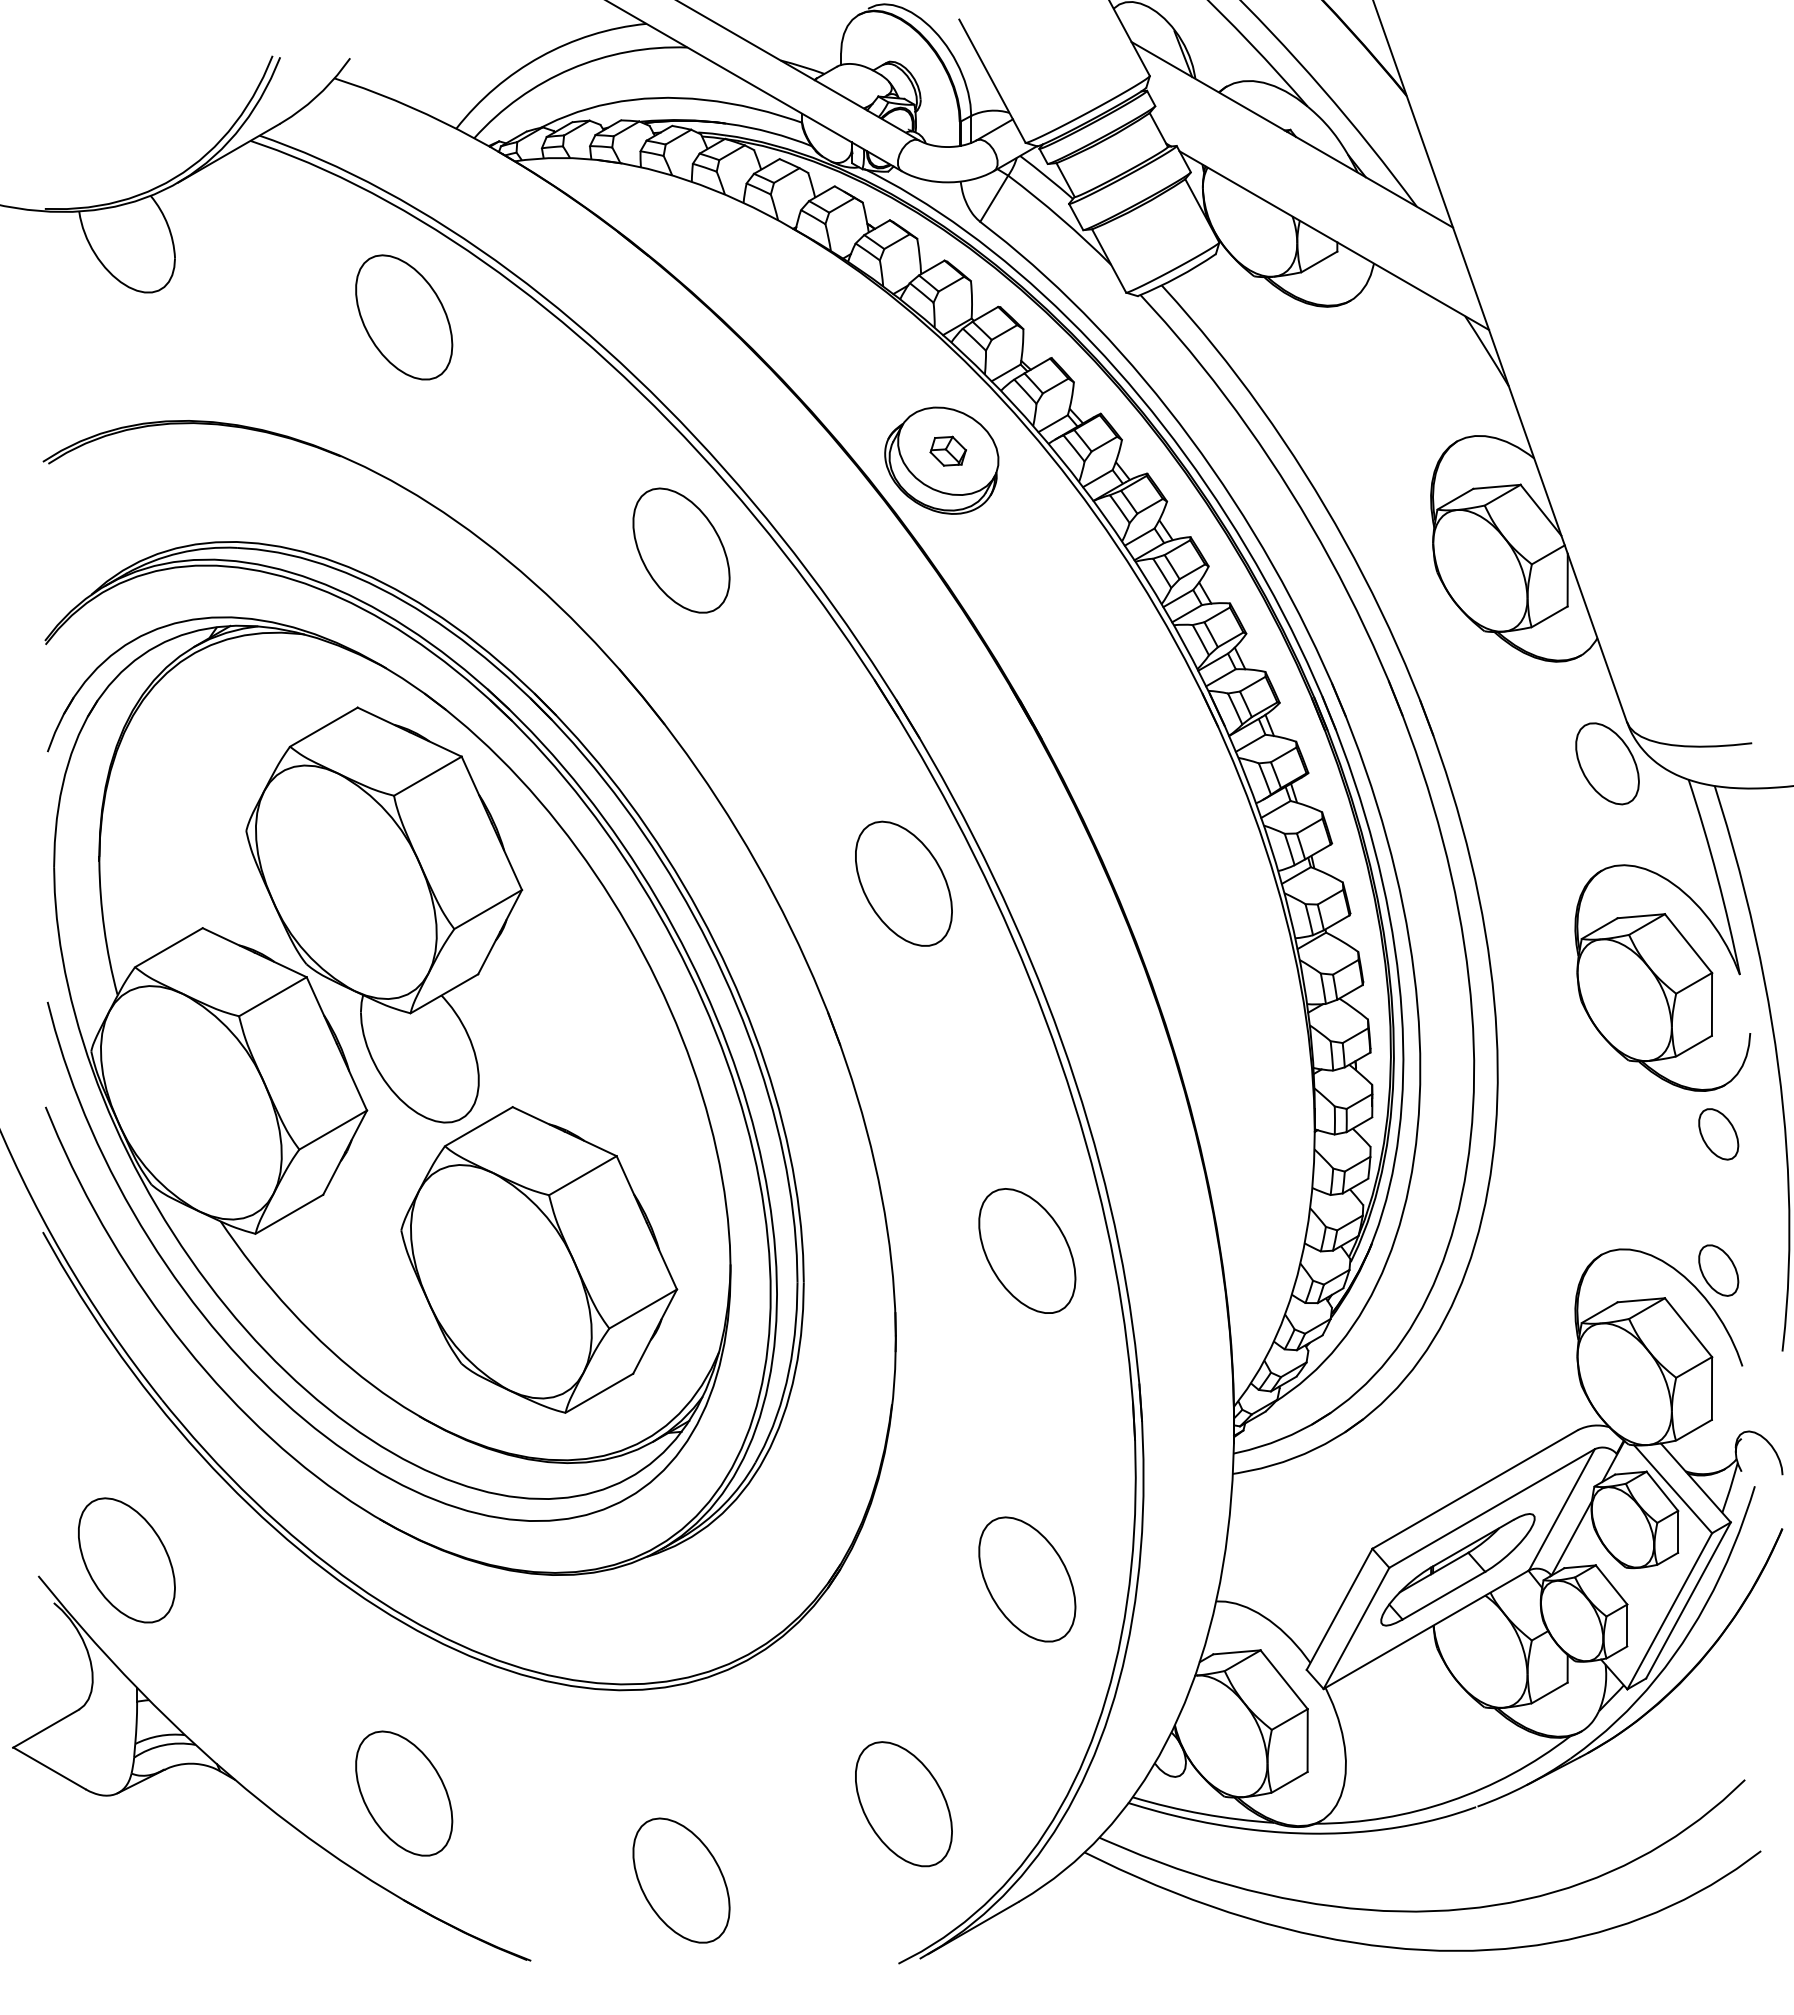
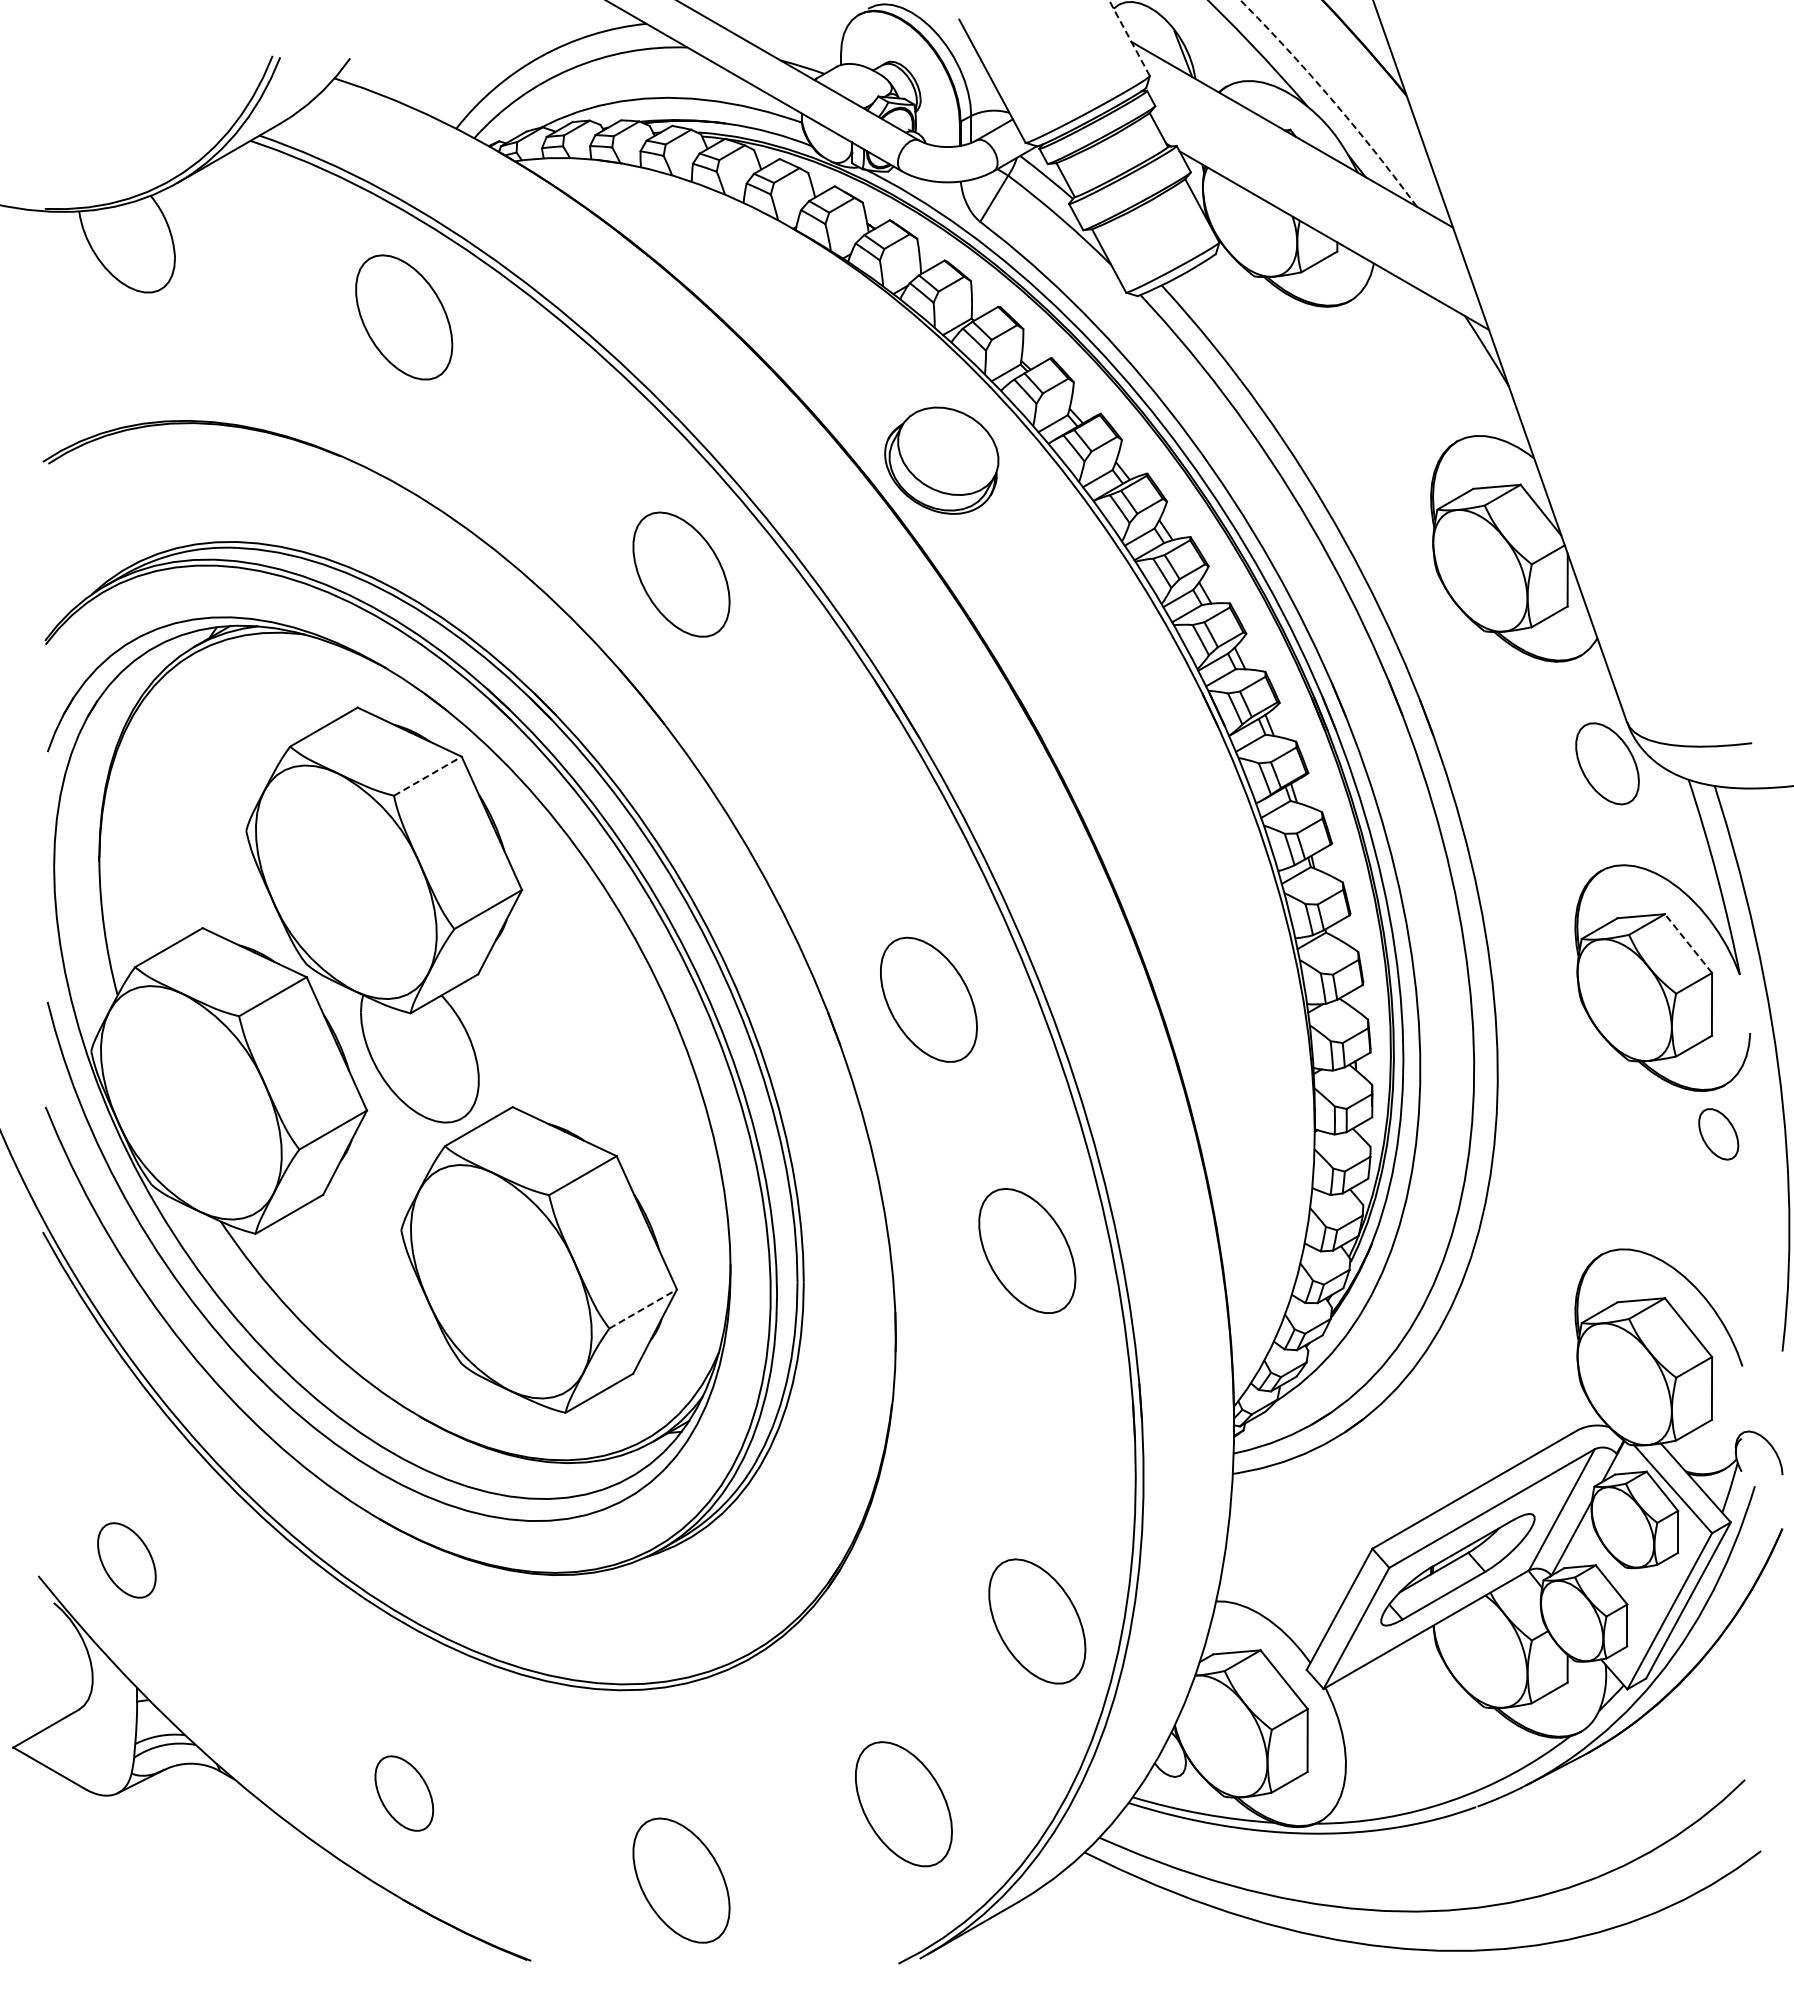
line at (1129, 38): solid -> dashed
arc at (1331, 99): solid -> dashed
part at (947, 450): present -> none
part at (681, 550) position: (681, 550) -> (681, 574)
line at (428, 775): solid -> dashed
part at (903, 883) position: (903, 883) -> (928, 999)
line at (1688, 943): solid -> dashed
part at (1718, 1270): present -> none
line at (643, 1308): solid -> dashed
part at (126, 1560) size: 98x127 px -> 60x77 px
part at (1027, 1579) position: (1027, 1579) -> (1037, 1621)
part at (404, 1793) size: 99x127 px -> 61x77 px
